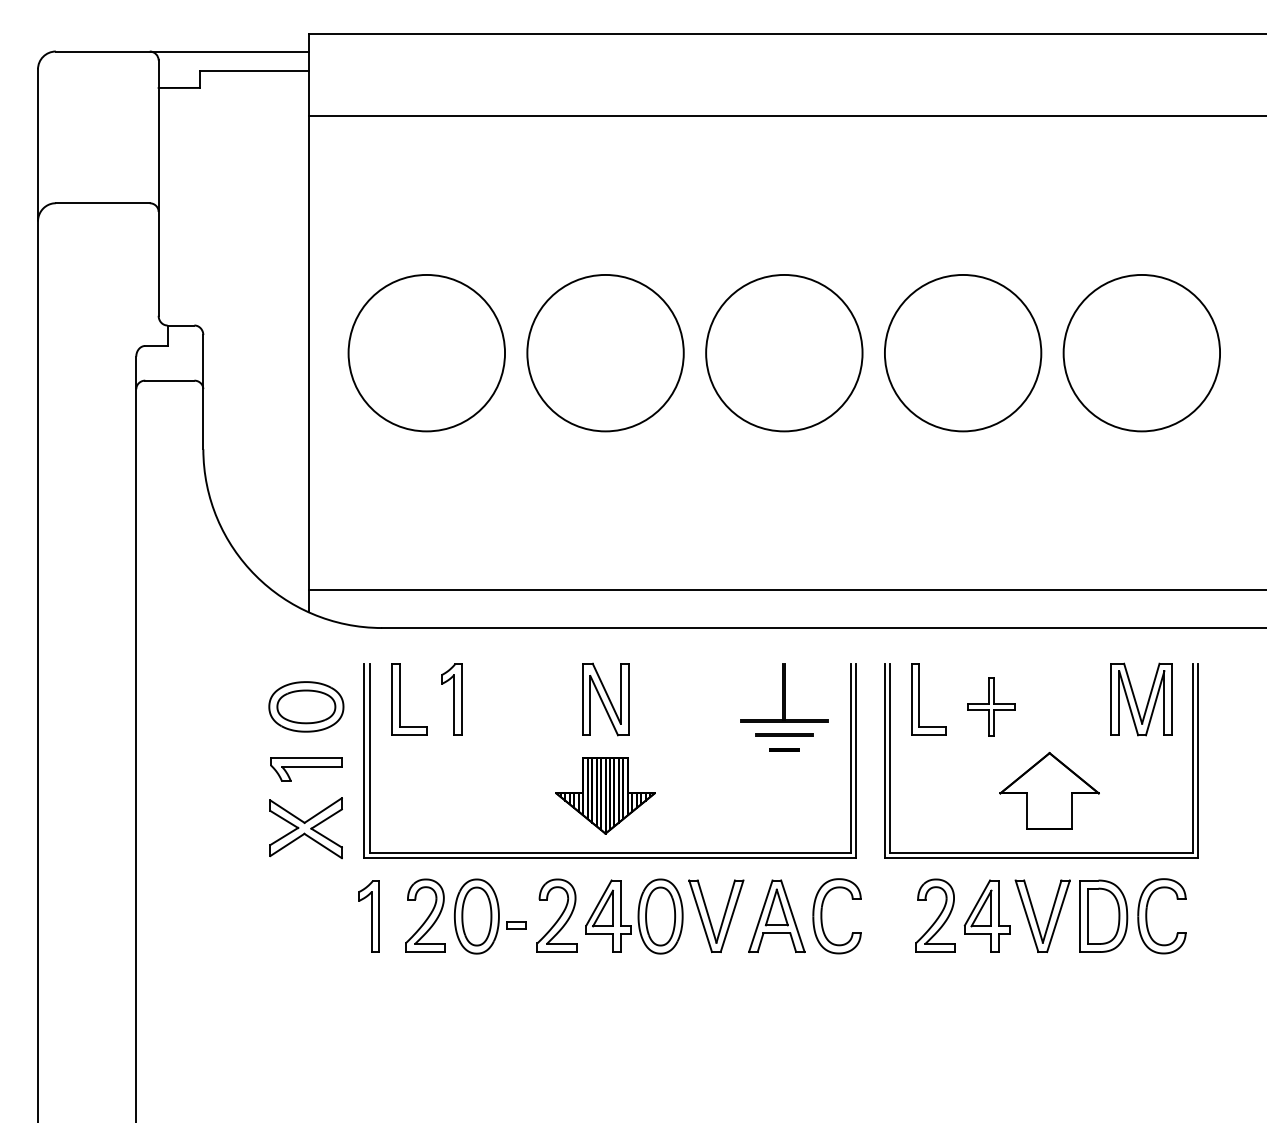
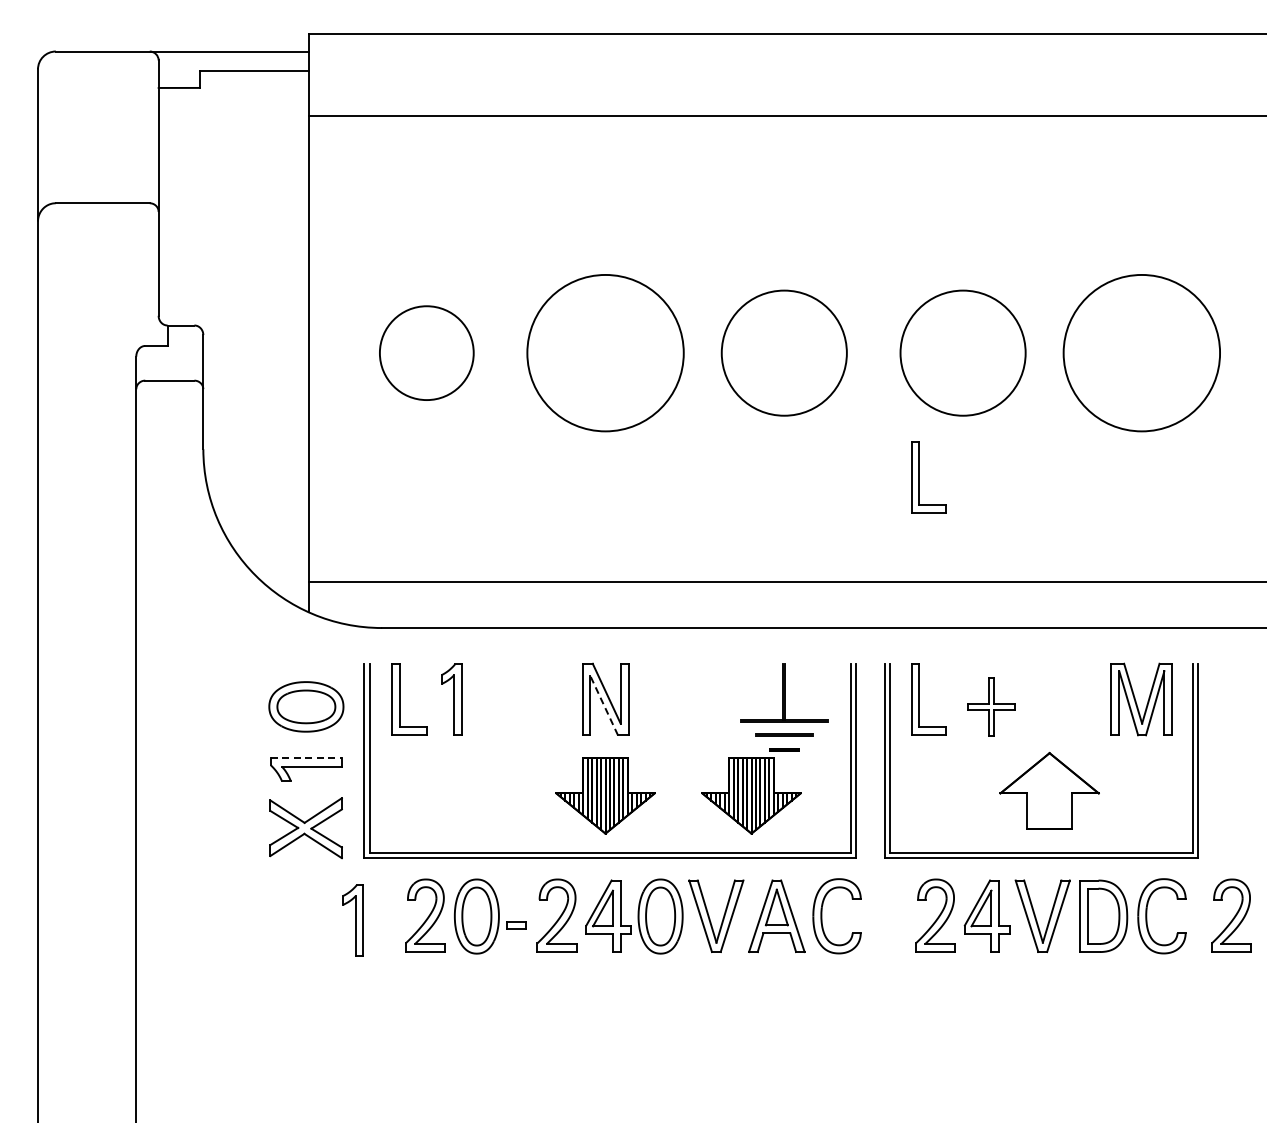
circle at (426, 352) diameter: 156 px -> 94 px
circle at (784, 352) diameter: 156 px -> 125 px
circle at (962, 352) diameter: 156 px -> 125 px
part at (919, 477): none -> present
line at (785, 590) position: (785, 590) -> (785, 582)
line at (604, 705): solid -> dashed
line at (306, 757): solid -> dashed
part at (751, 795): none -> present
part at (1231, 915): none -> present
part at (368, 916) position: (368, 916) -> (352, 920)
